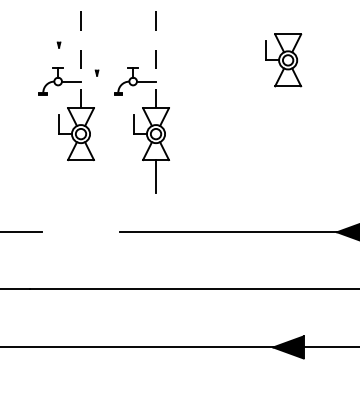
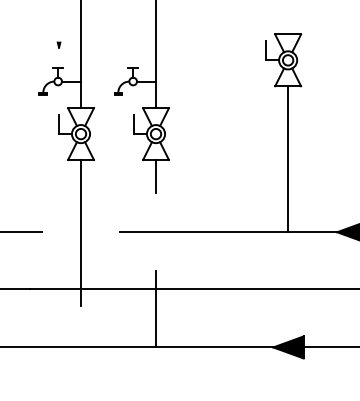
line at (81, 54): dashed -> solid
line at (156, 54): dashed -> solid
part at (96, 72): present -> none
line at (288, 159): none -> present
line at (81, 232): none -> present
line at (156, 308): none -> present
